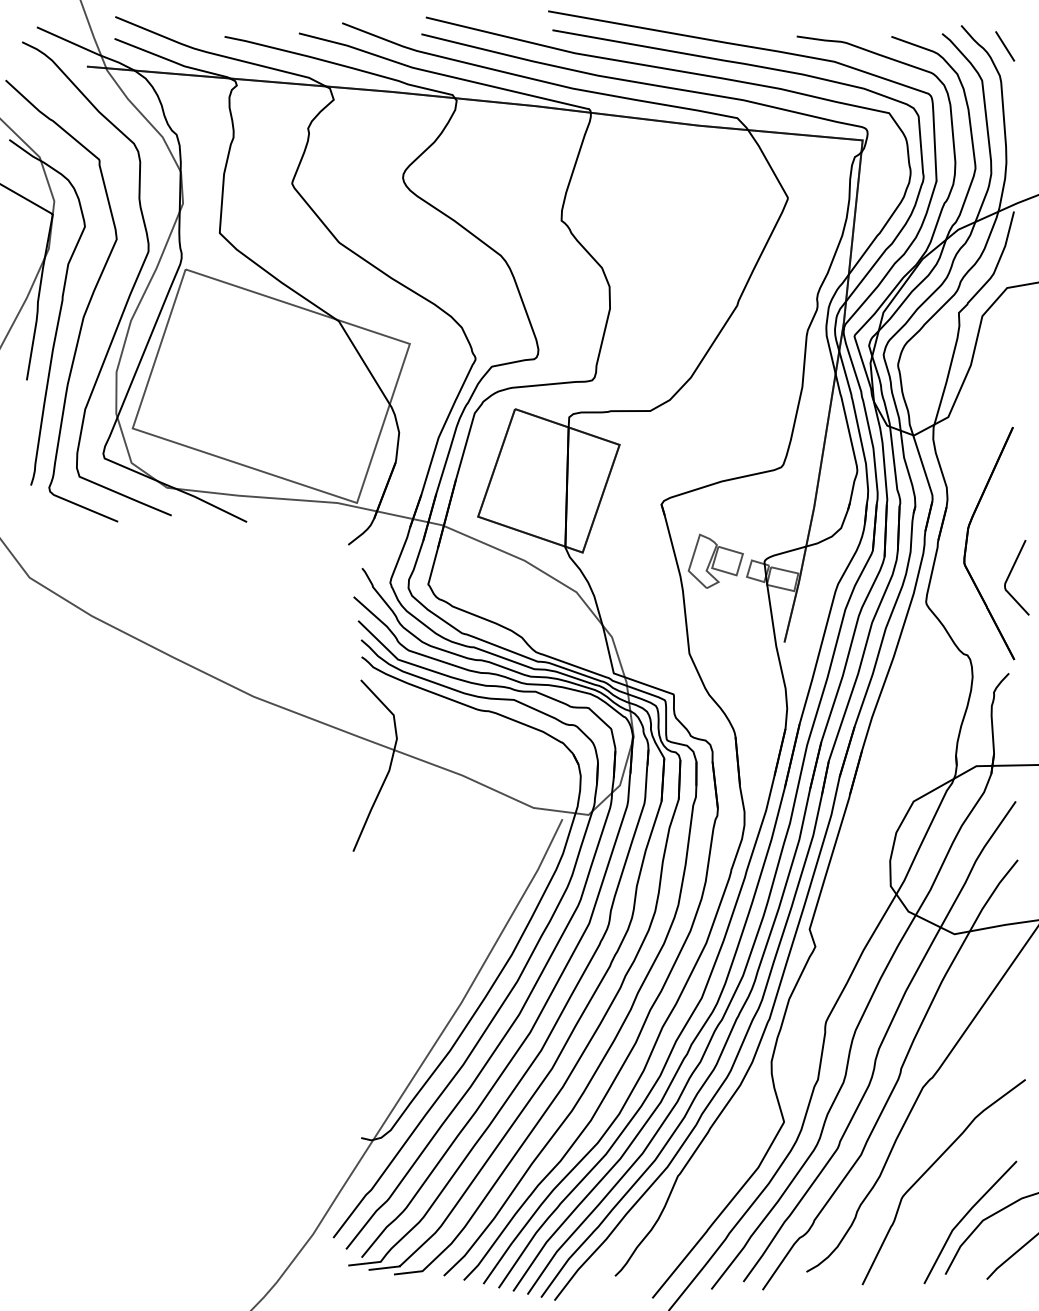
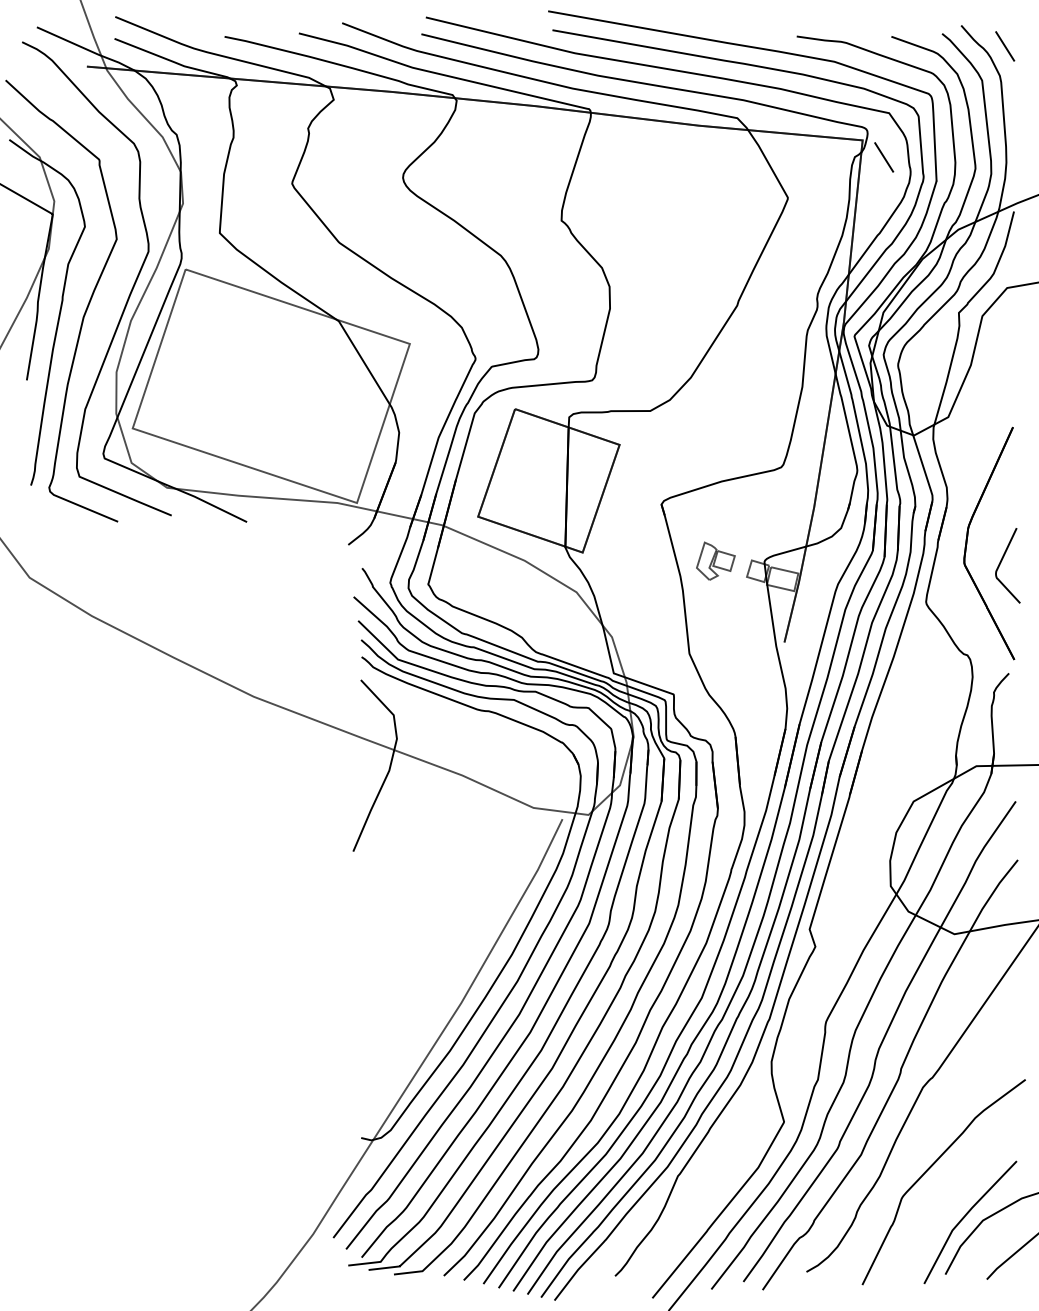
line at (884, 157): none -> present
part at (715, 560) size: 56x56 px -> 40x40 px
curve at (1010, 574) position: (1010, 574) -> (1001, 562)
